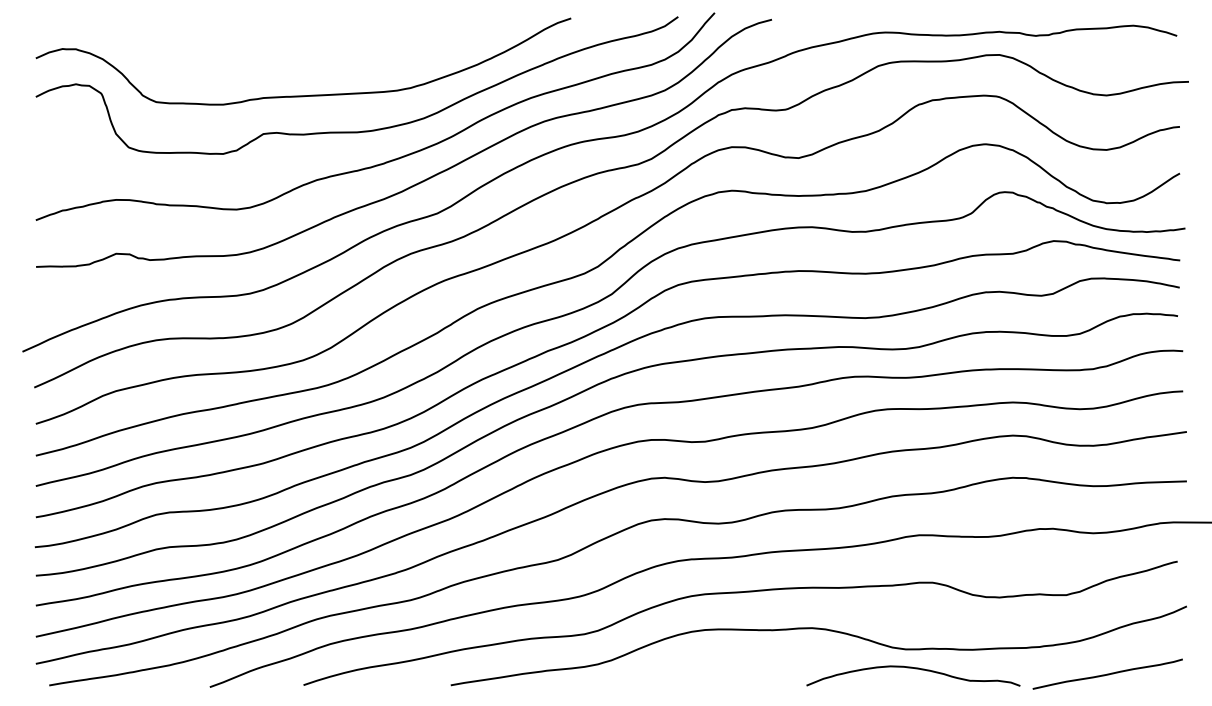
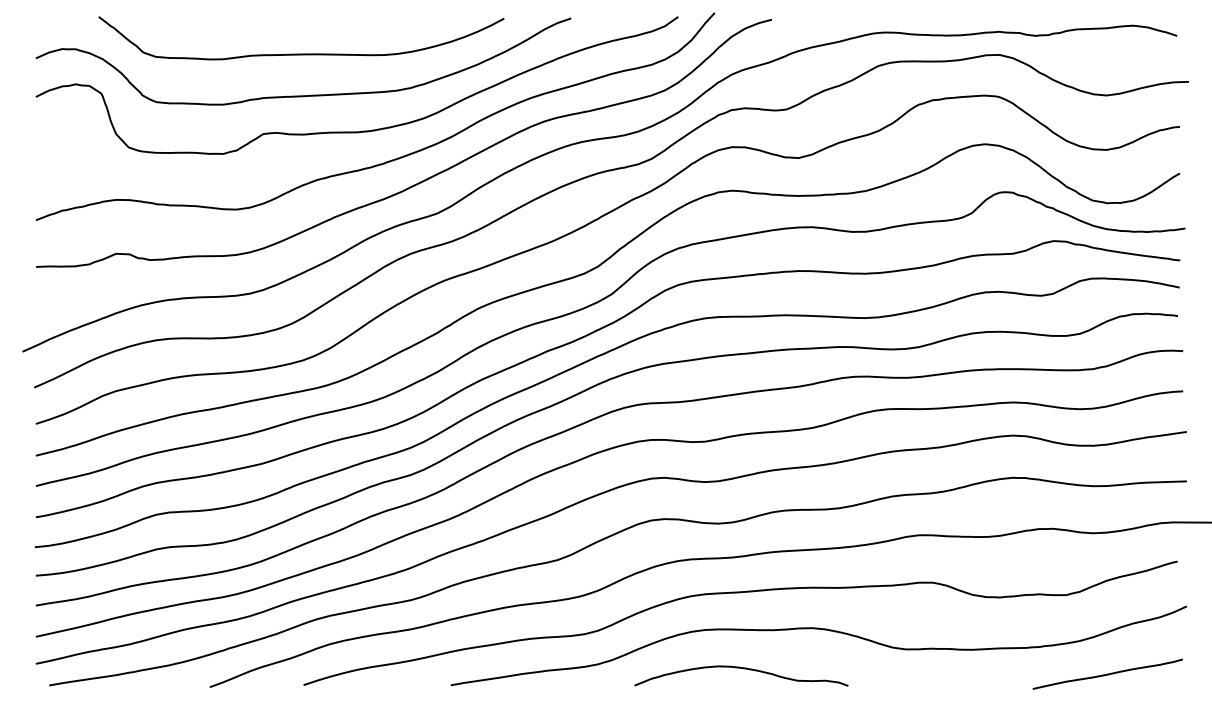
curve at (301, 53): none -> present
curve at (915, 669) position: (915, 669) -> (743, 669)
